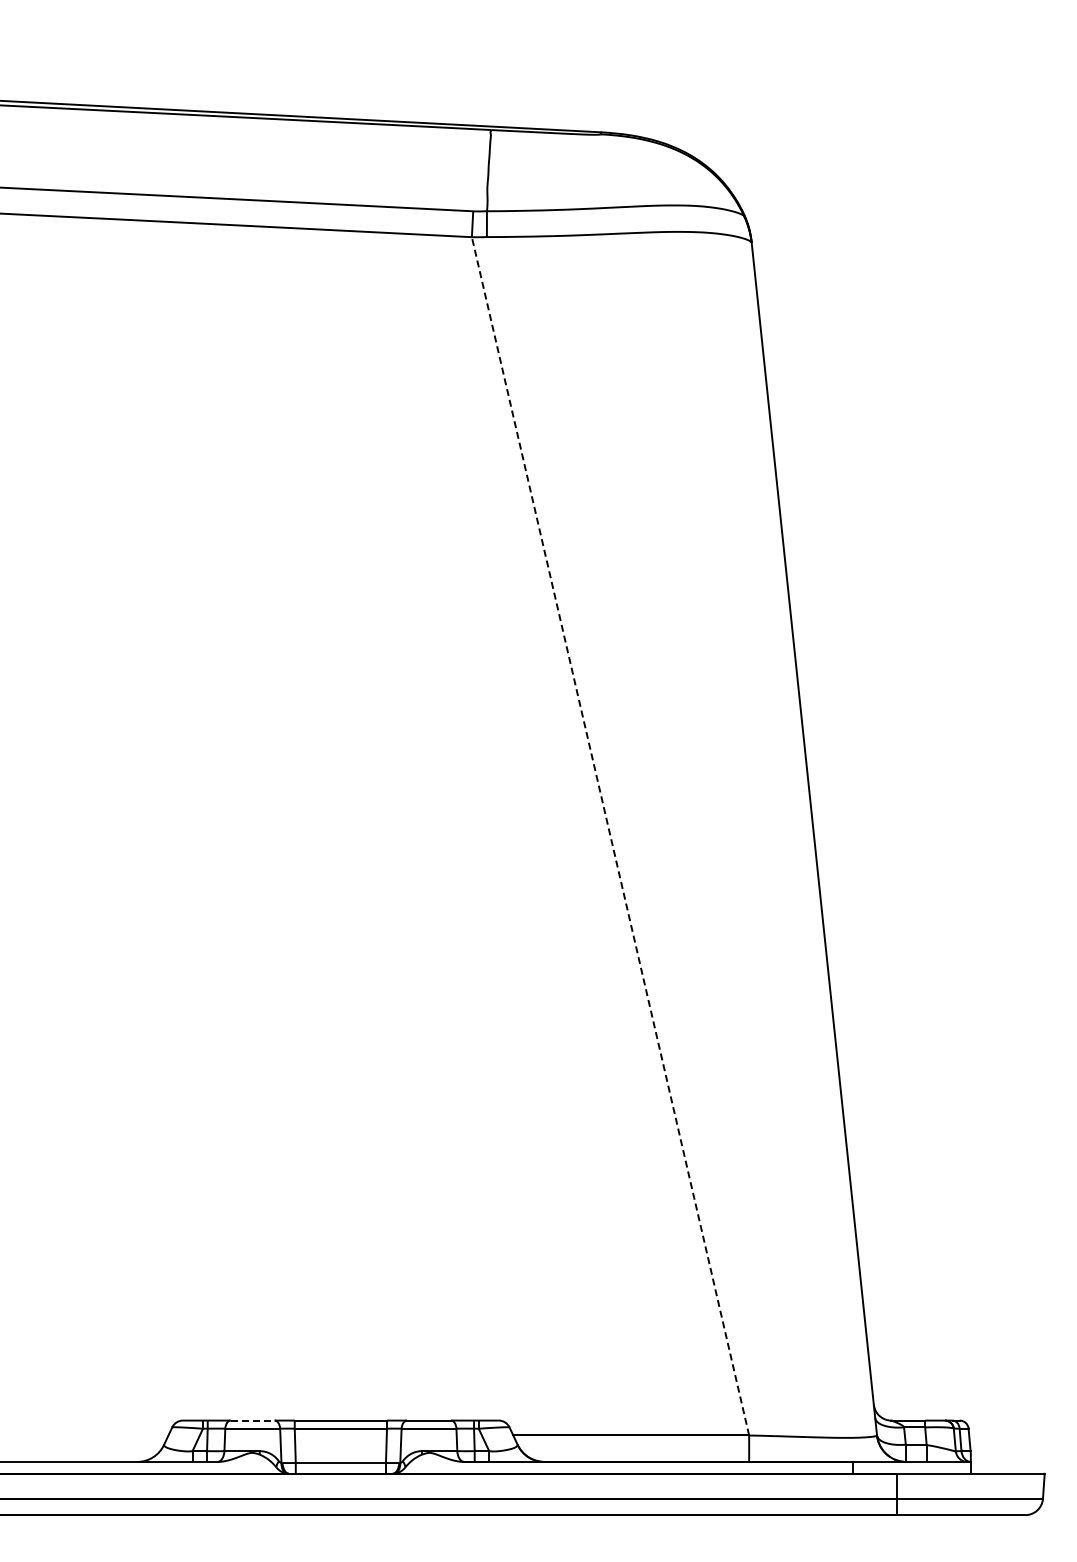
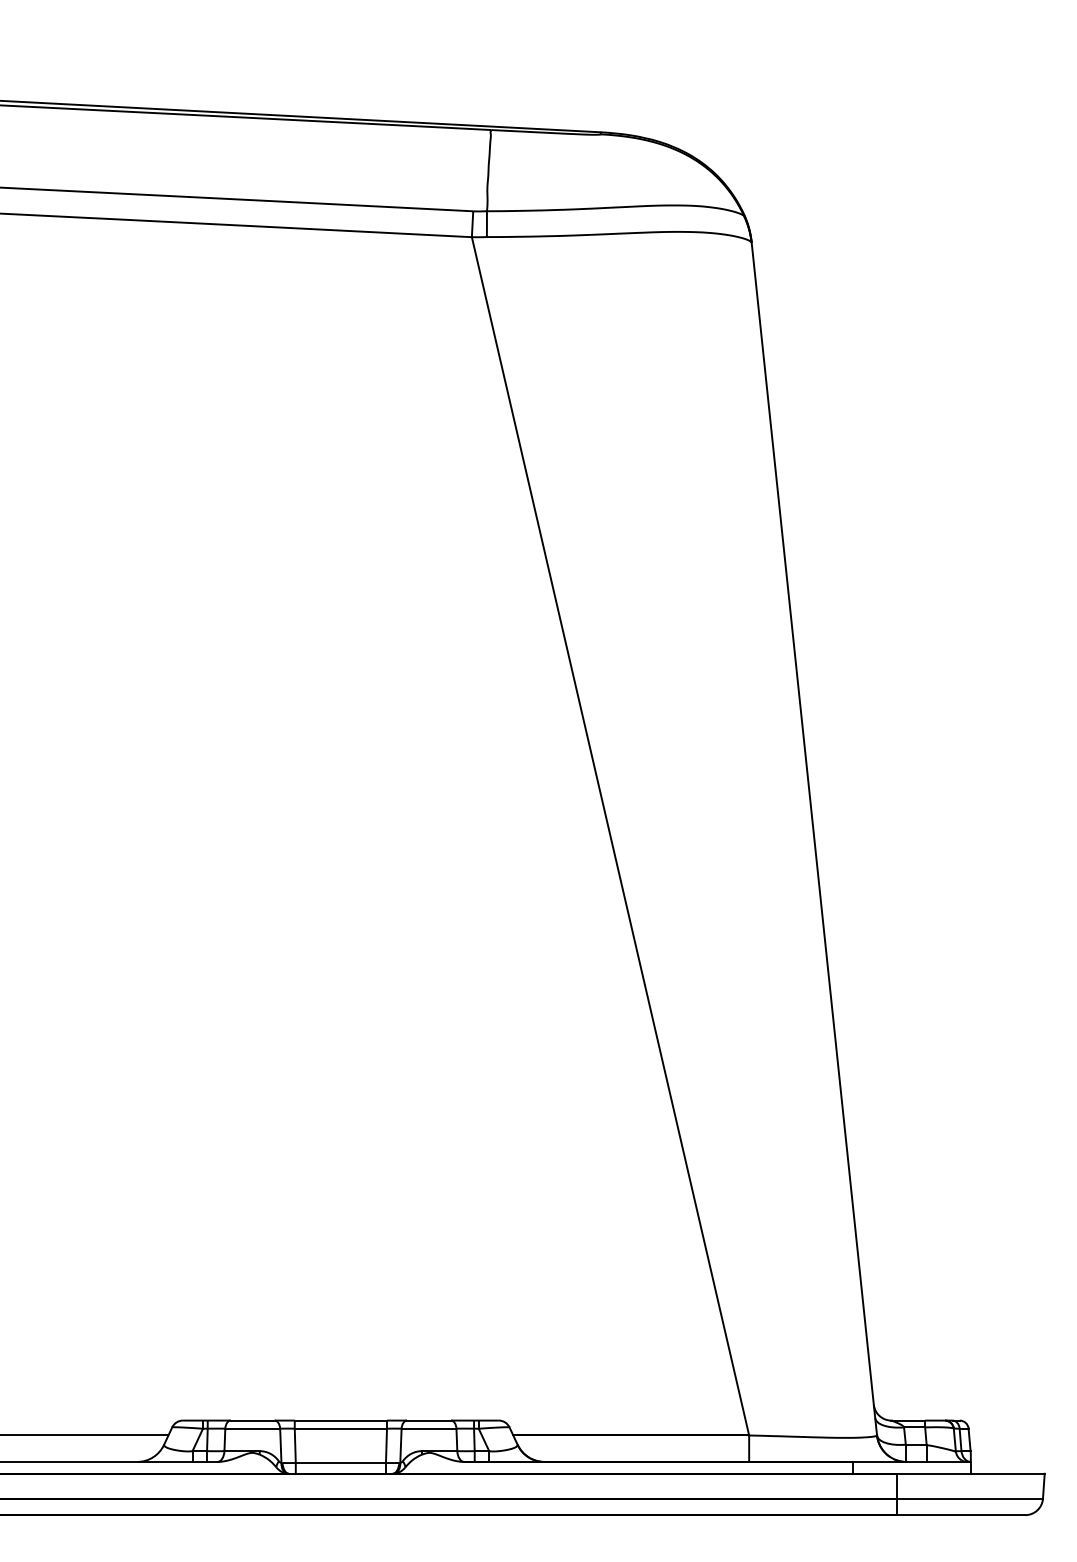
line at (610, 836): dashed -> solid
line at (253, 1420): dashed -> solid
line at (85, 1435): none -> present
